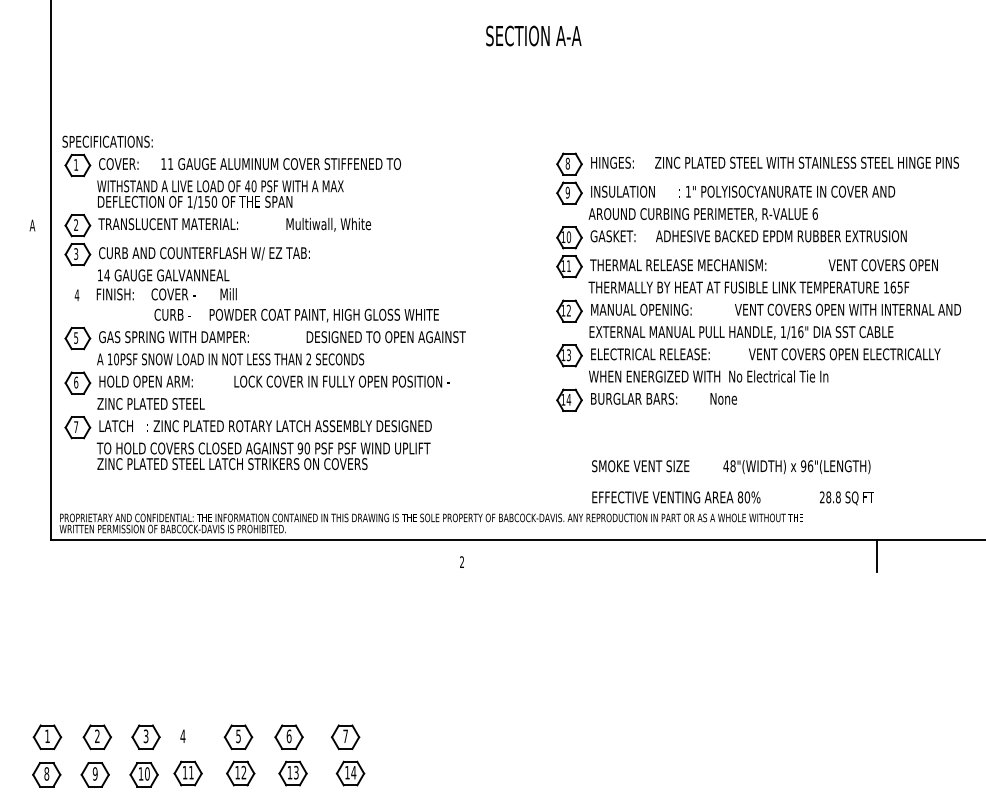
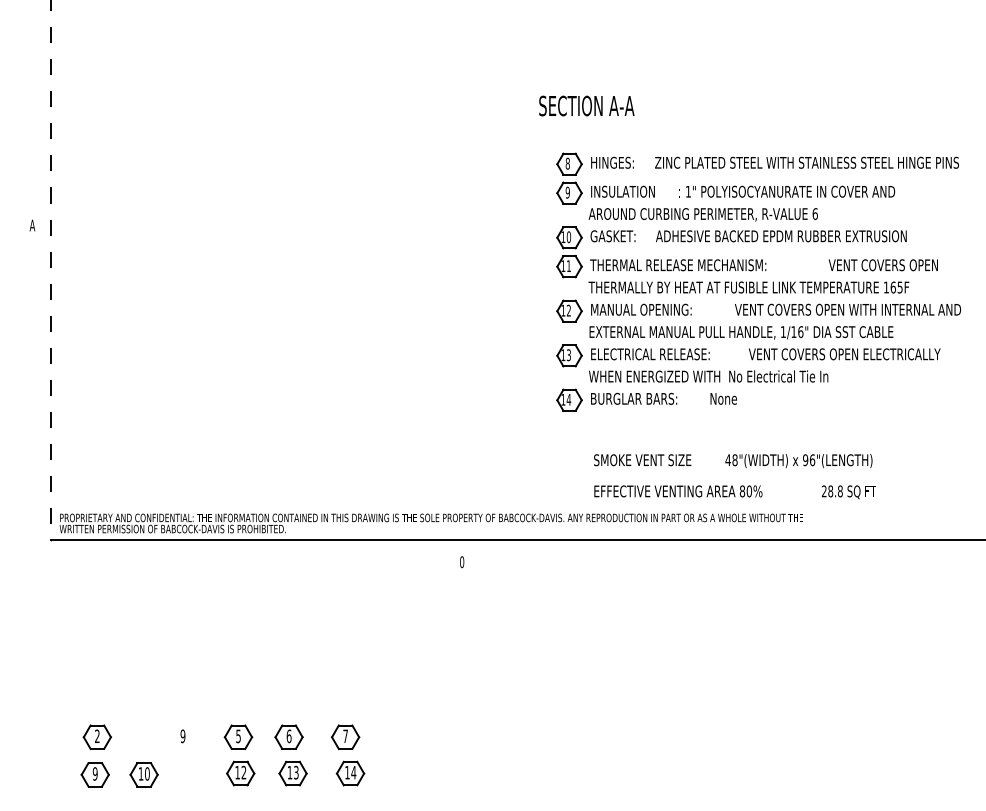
text at (533, 35) position: (533, 35) -> (586, 105)
line at (51, 270): solid -> dashed
part at (264, 308): present -> none
text at (732, 482) position: (732, 482) -> (734, 476)
line at (877, 555): present -> none
text at (462, 562): 2 -> 0
part at (47, 736): present -> none
part at (145, 736): present -> none
text at (182, 736): 4 -> 9
part at (187, 773): present -> none
part at (46, 774): present -> none
